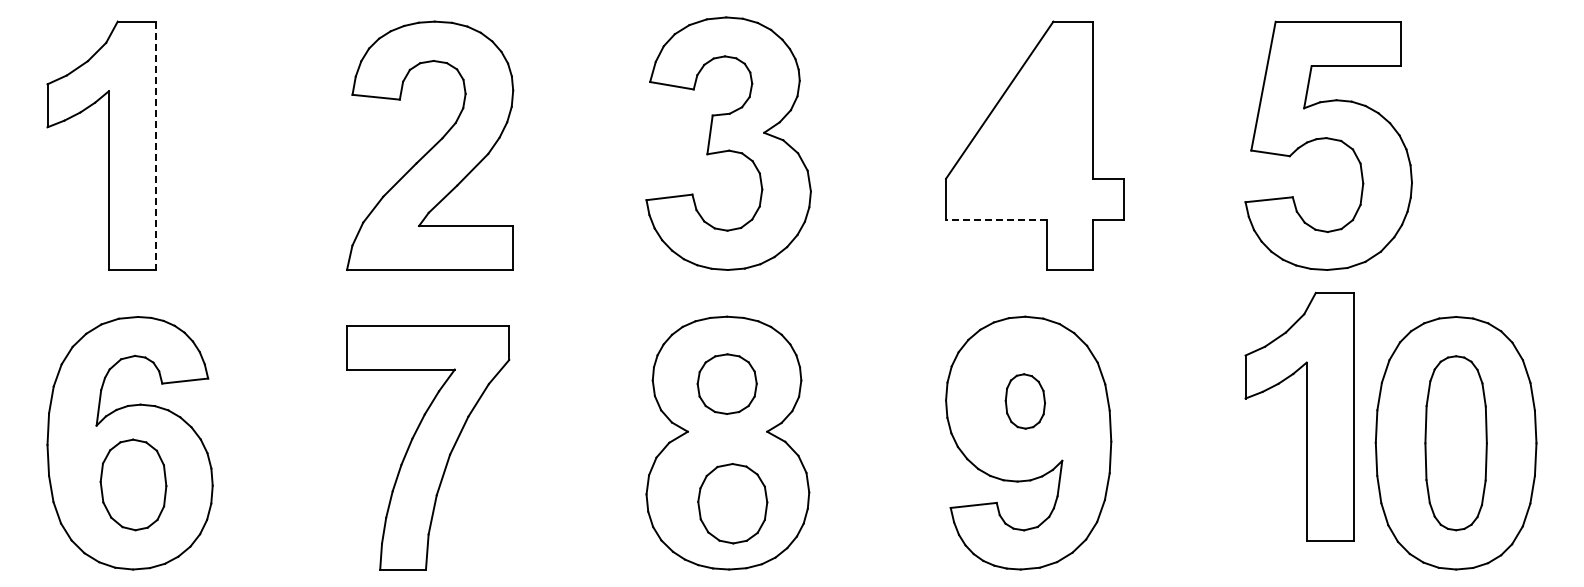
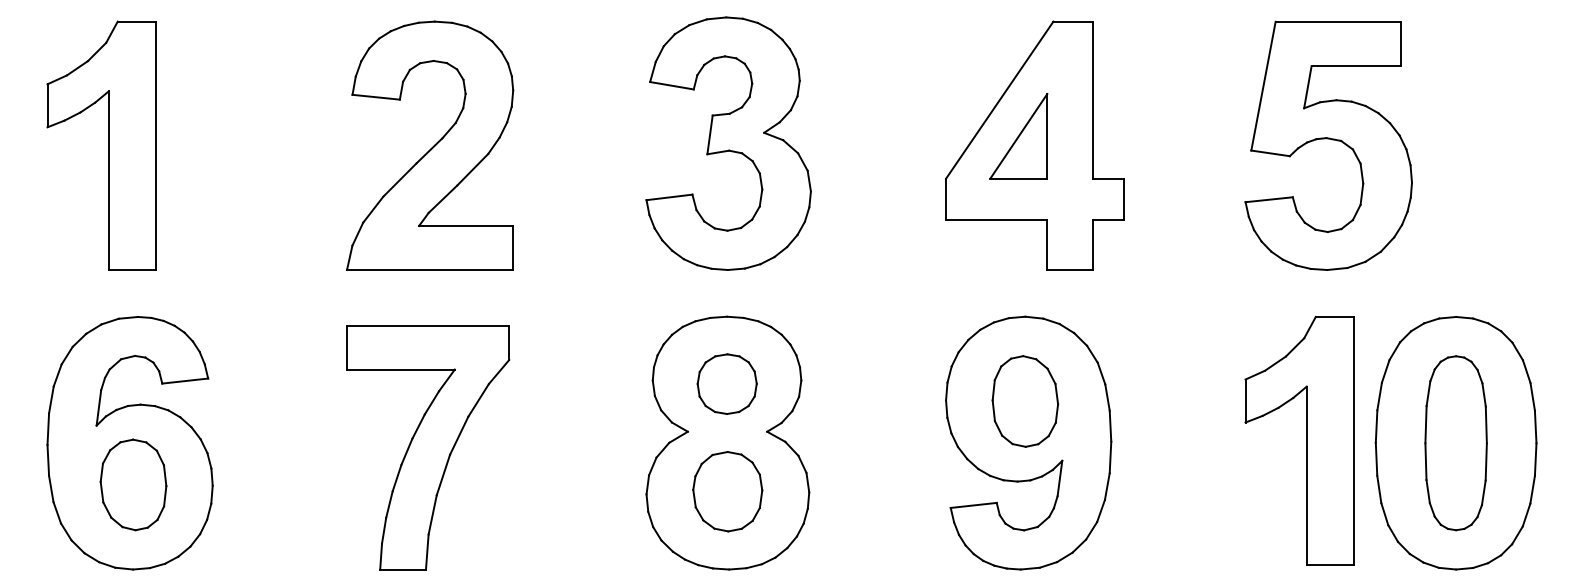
part at (1018, 136): none -> present
line at (156, 146): dashed -> solid
line at (996, 220): dashed -> solid
part at (1024, 401) size: 42x57 px -> 69x93 px
part at (1306, 416) position: (1306, 416) -> (1306, 440)
part at (732, 503) position: (732, 503) -> (727, 491)
